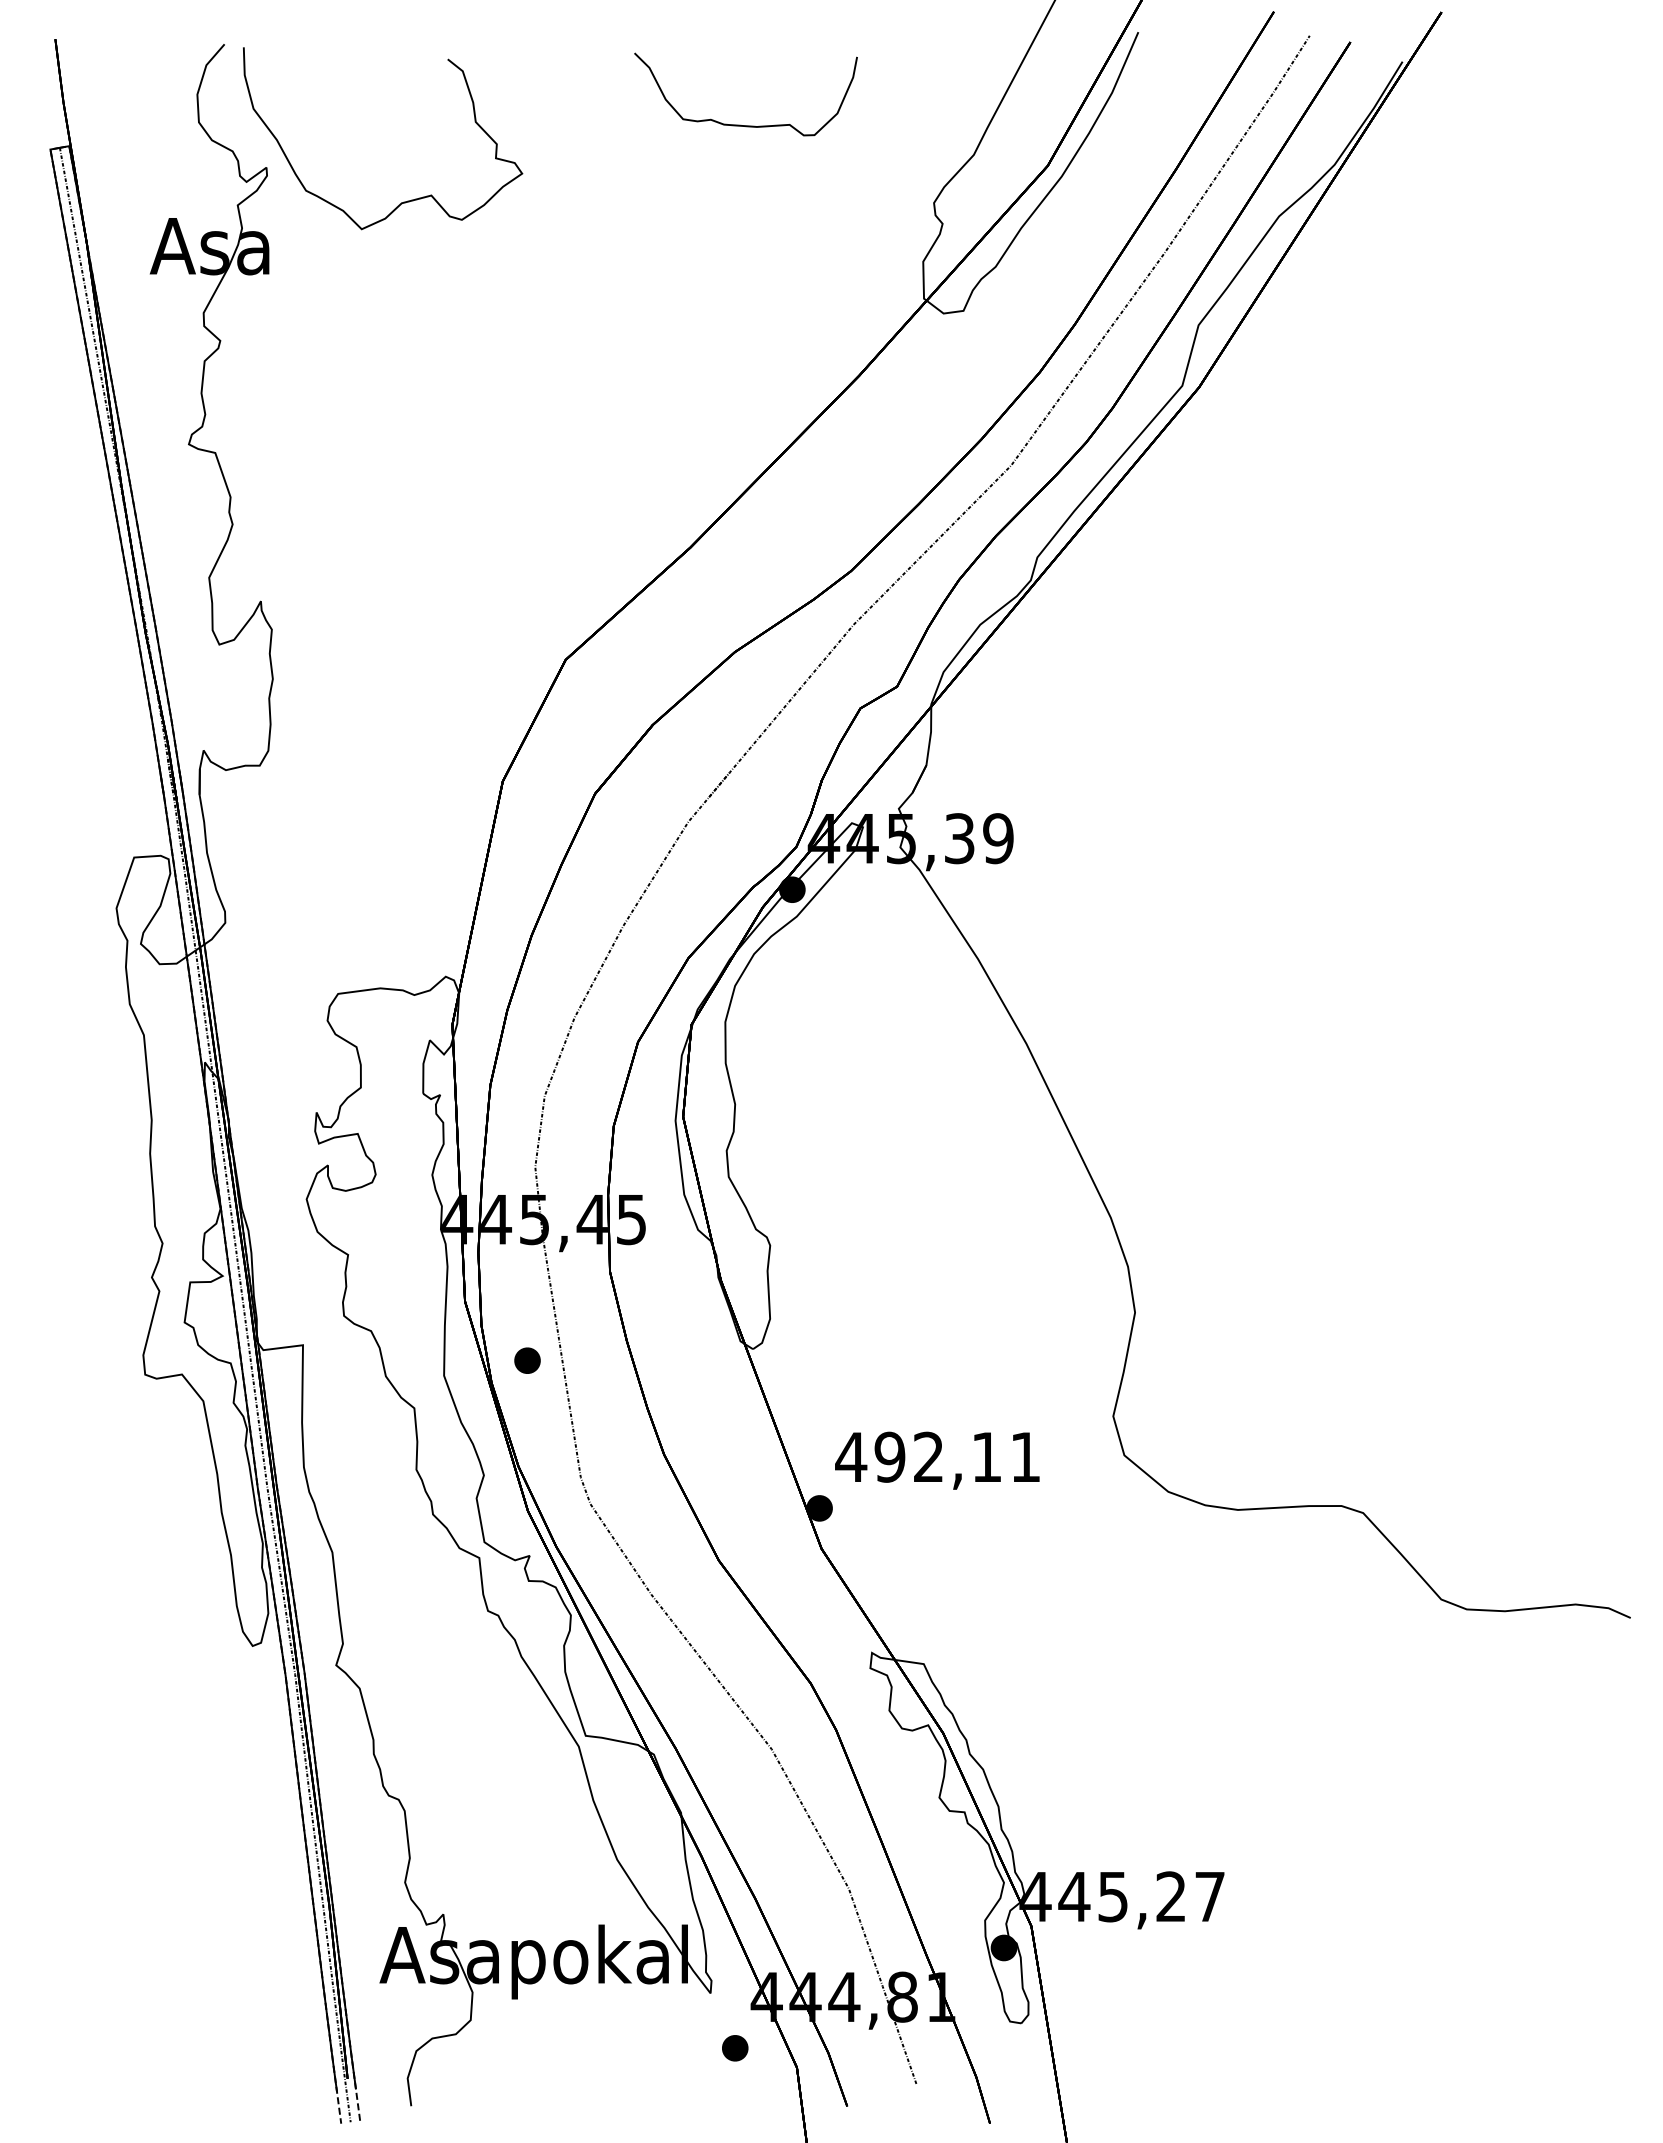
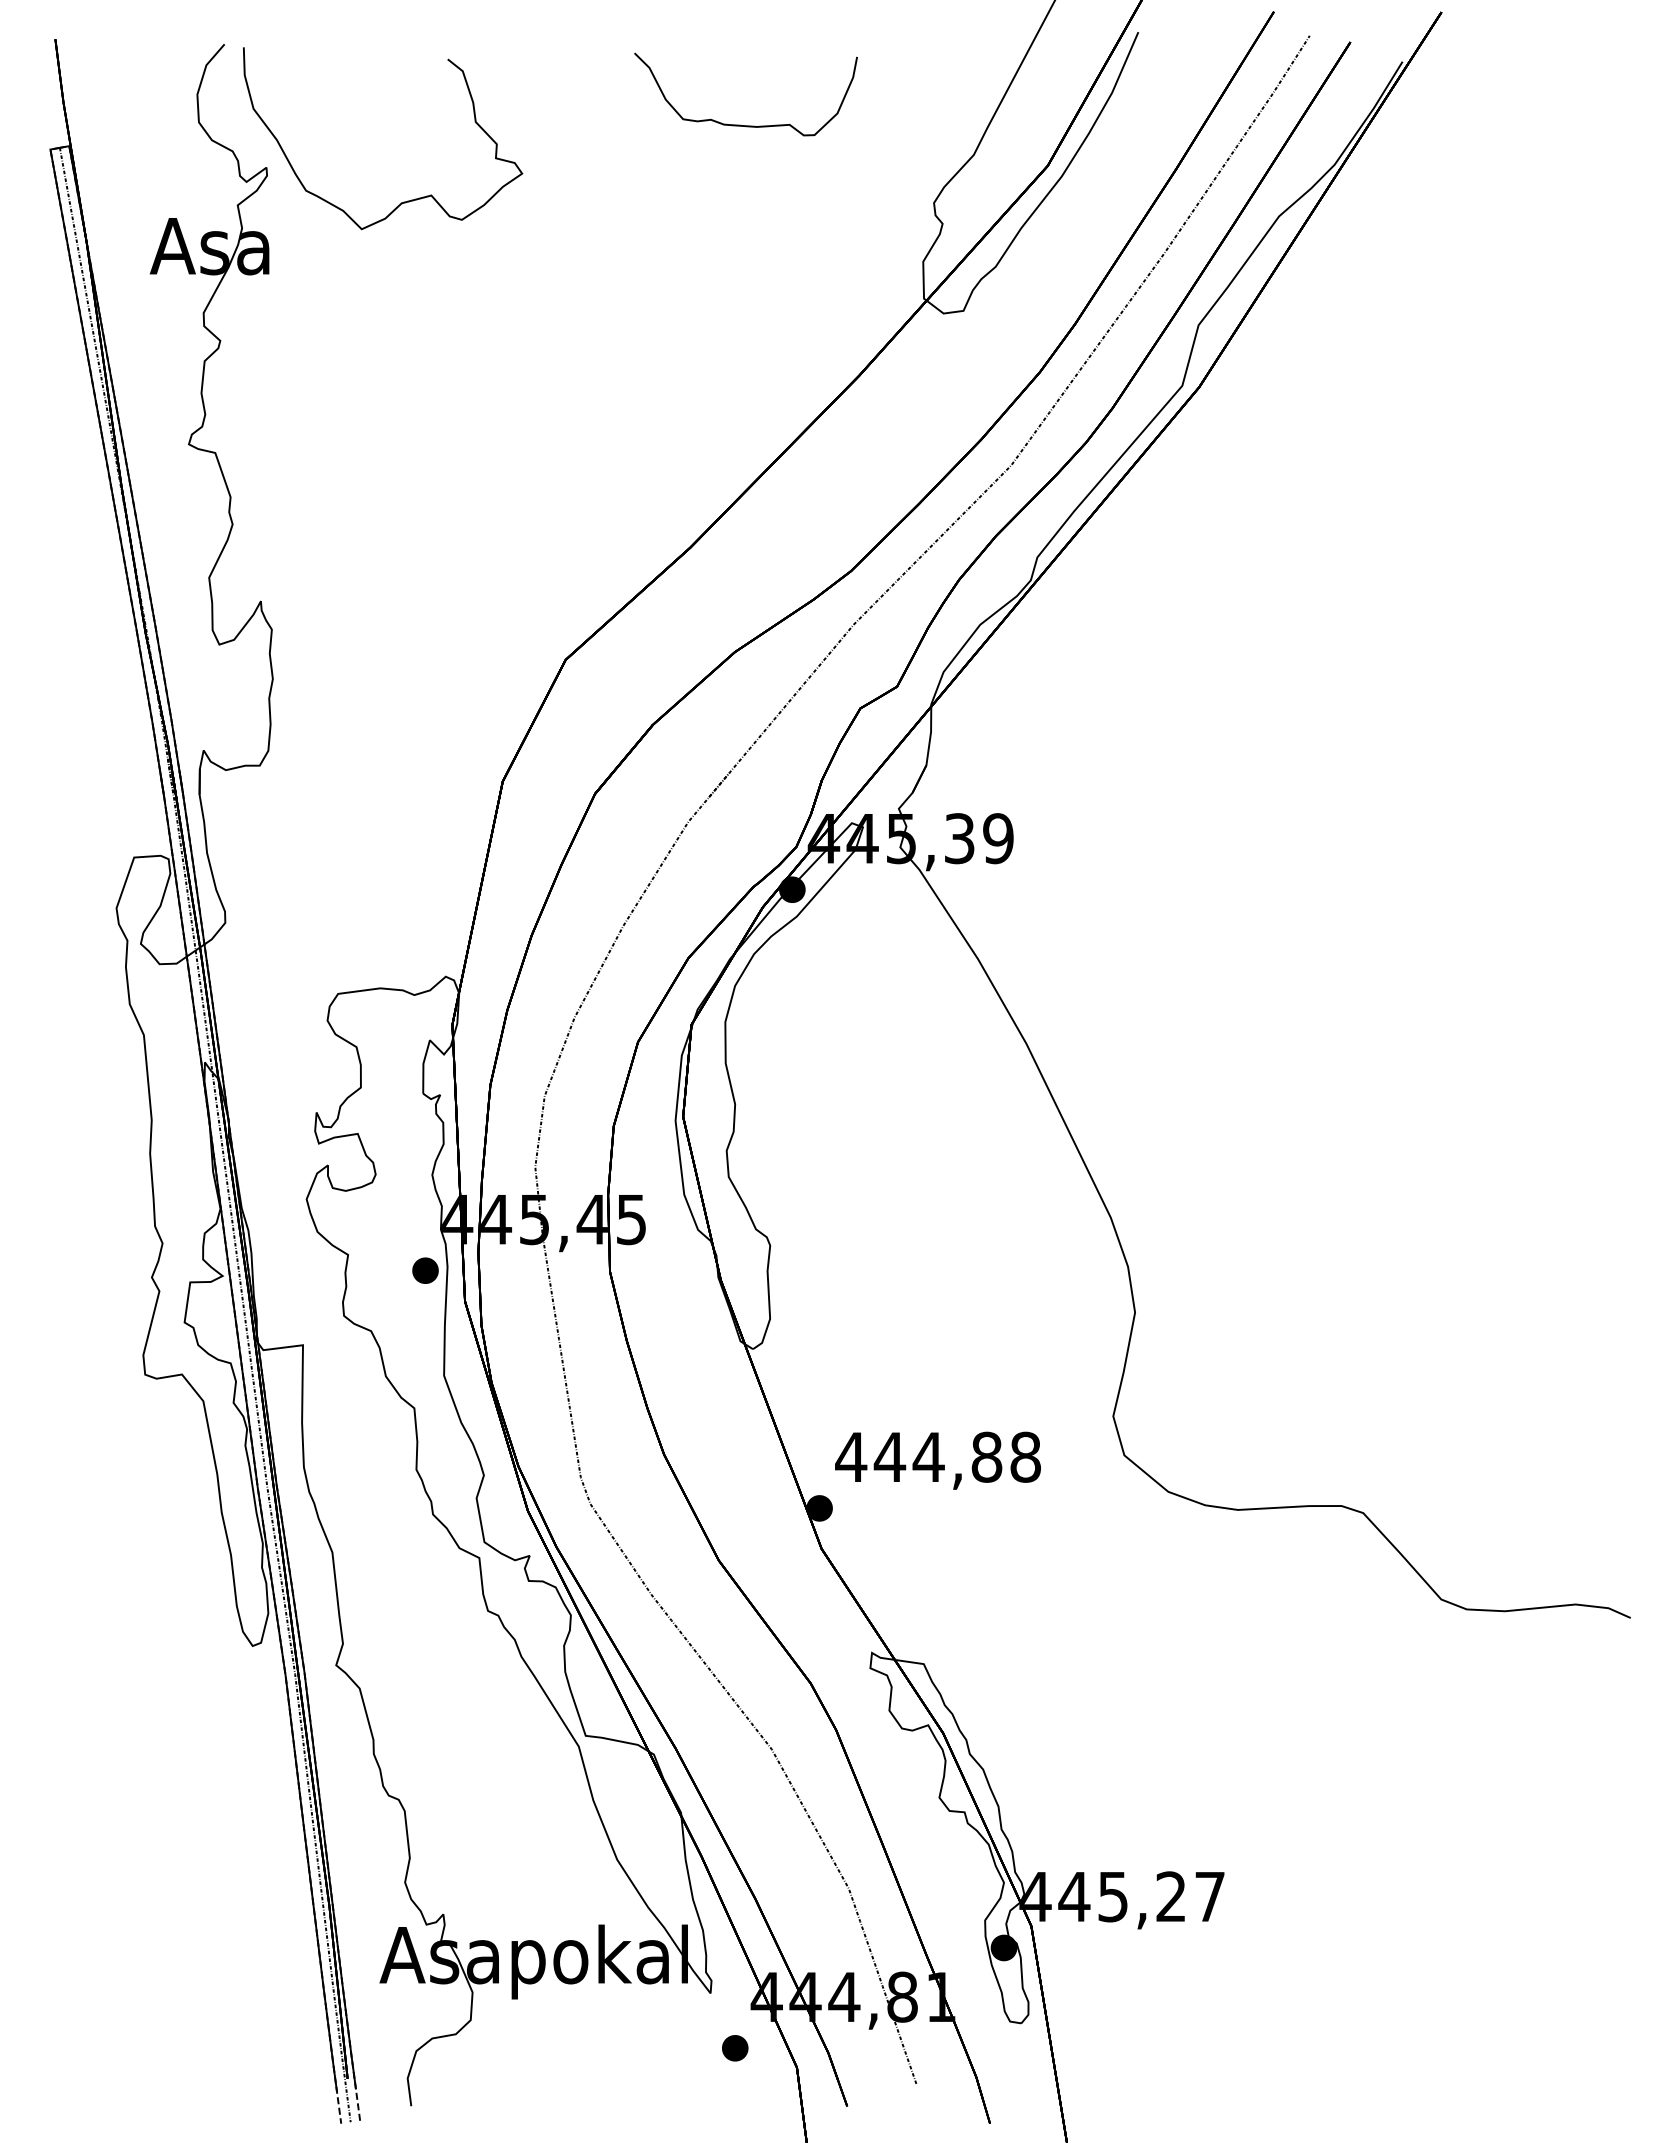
part at (527, 1360) position: (527, 1360) -> (425, 1270)
text at (956, 1456): 492,11 -> 444,88
